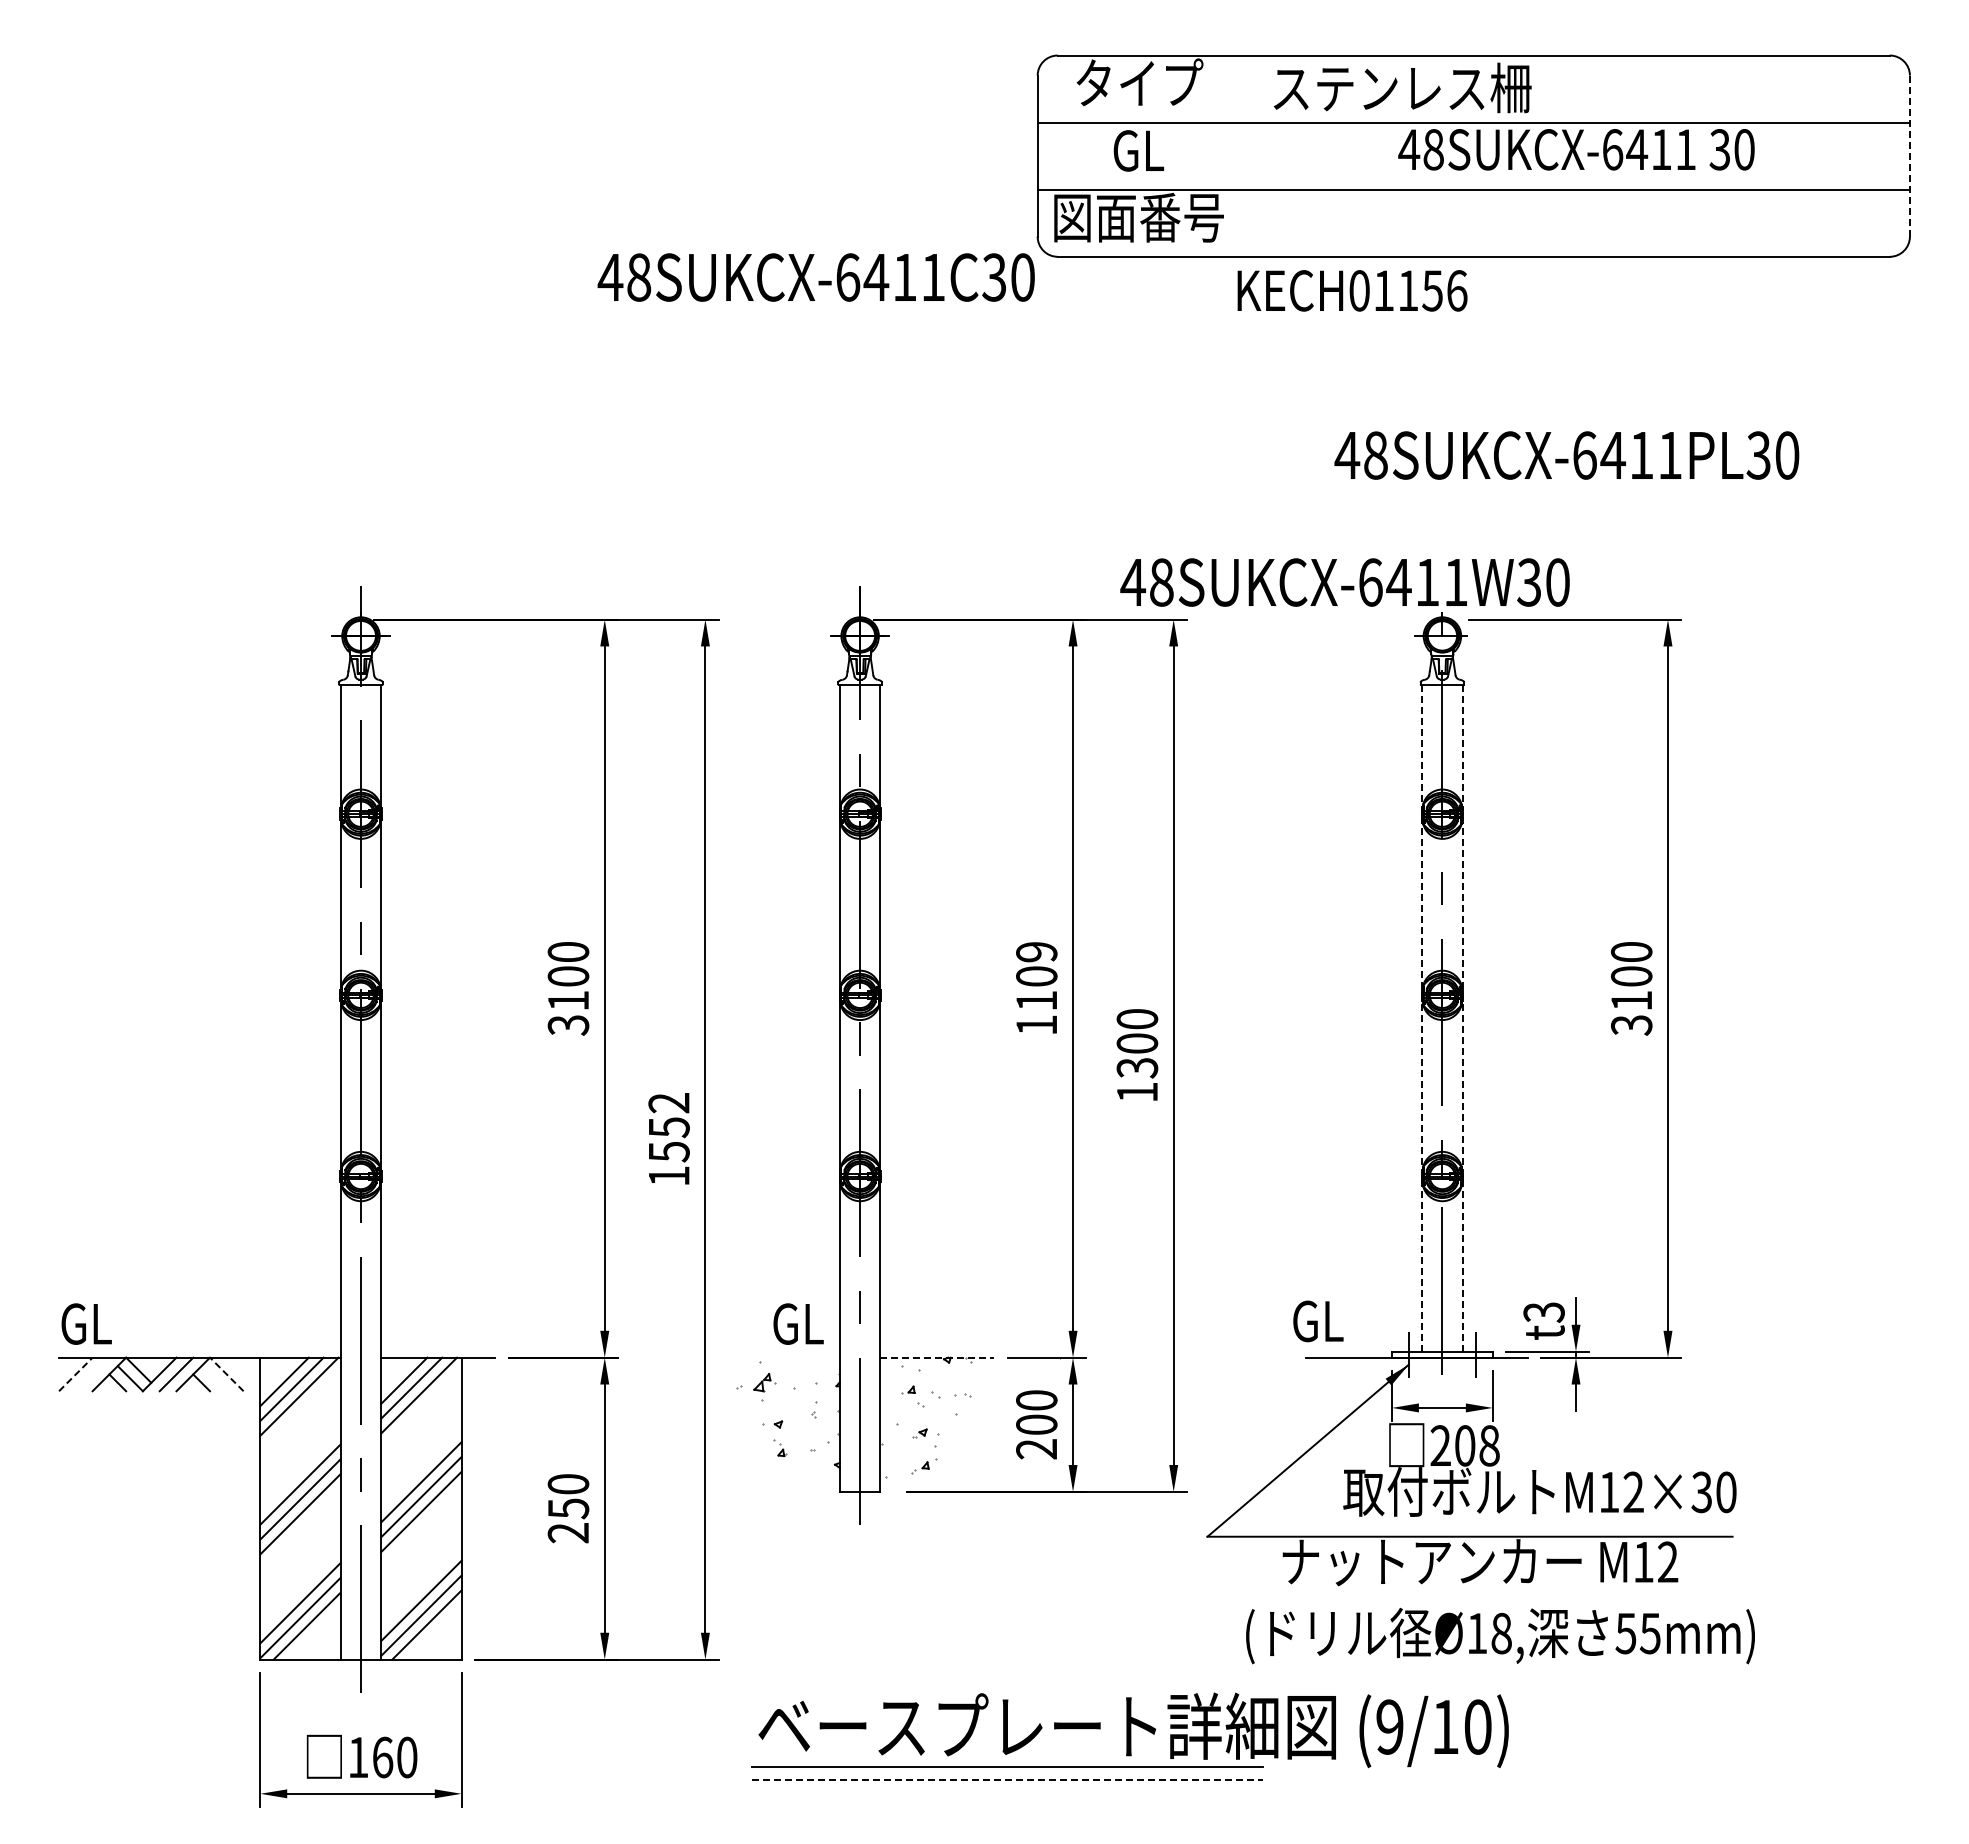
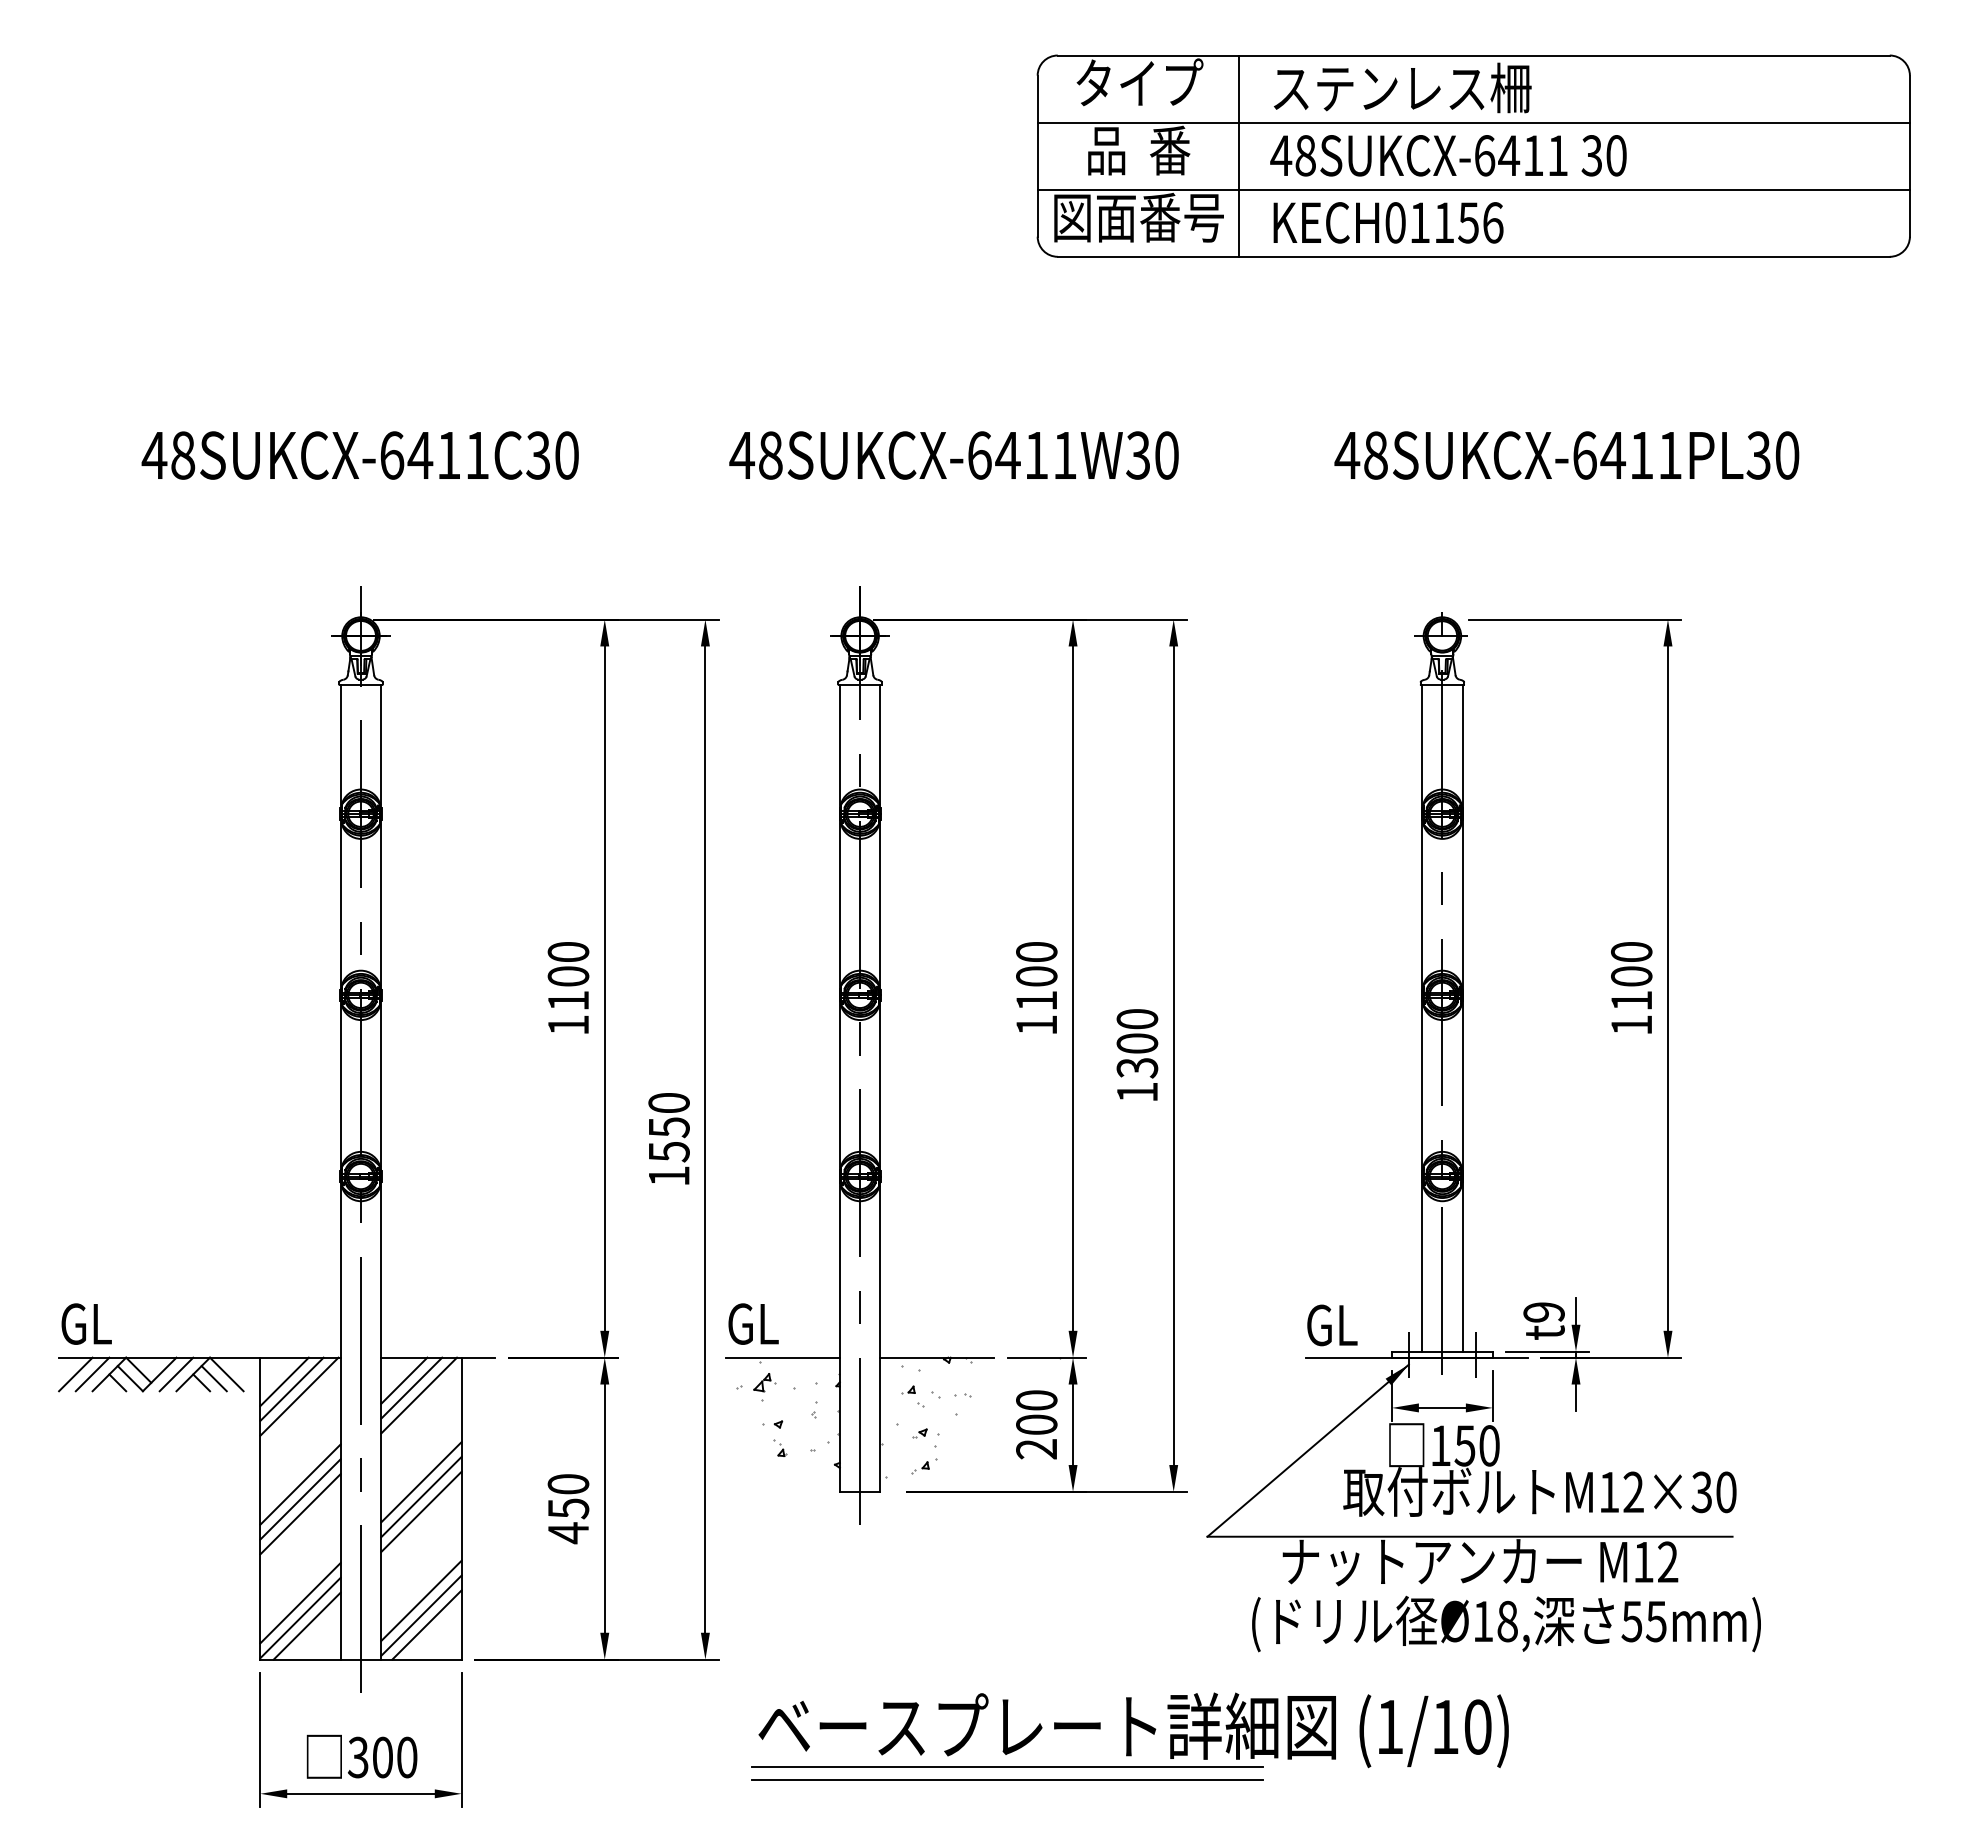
text at (1576, 149) position: (1576, 149) -> (1448, 155)
text at (1139, 150): GL -> 品  番
line at (1238, 155): none -> present
line at (1909, 156): dashed -> solid
text at (815, 277) position: (815, 277) -> (359, 455)
text at (1352, 290) position: (1352, 290) -> (1388, 222)
text at (1344, 582) position: (1344, 582) -> (953, 455)
text at (1036, 952): 1109 -> 1100
line at (1422, 1017): dashed -> solid
line at (1462, 1017): dashed -> solid
text at (568, 1025): 3100 -> 1100
text at (1631, 1025): 3100 -> 1100
text at (668, 1103): 1552 -> 1550
text at (1543, 1312): t3 -> t9
text at (1318, 1321) position: (1318, 1321) -> (1332, 1325)
text at (798, 1323) position: (798, 1323) -> (753, 1323)
line at (782, 1357): none -> present
line at (937, 1357): dashed -> solid
line at (75, 1374): dashed -> solid
line at (92, 1374): none -> present
line at (226, 1374): dashed -> solid
line at (213, 1378): none -> present
text at (1464, 1445): 208 -> 150
text at (567, 1533): 250 -> 450
text at (1500, 1635) position: (1500, 1635) -> (1506, 1623)
text at (1389, 1726): (9/10) -> (1/10)
text at (370, 1757): 160 -> 300
line at (1007, 1780): dashed -> solid
